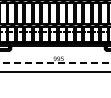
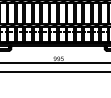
line at (55, 62): dashed -> solid
